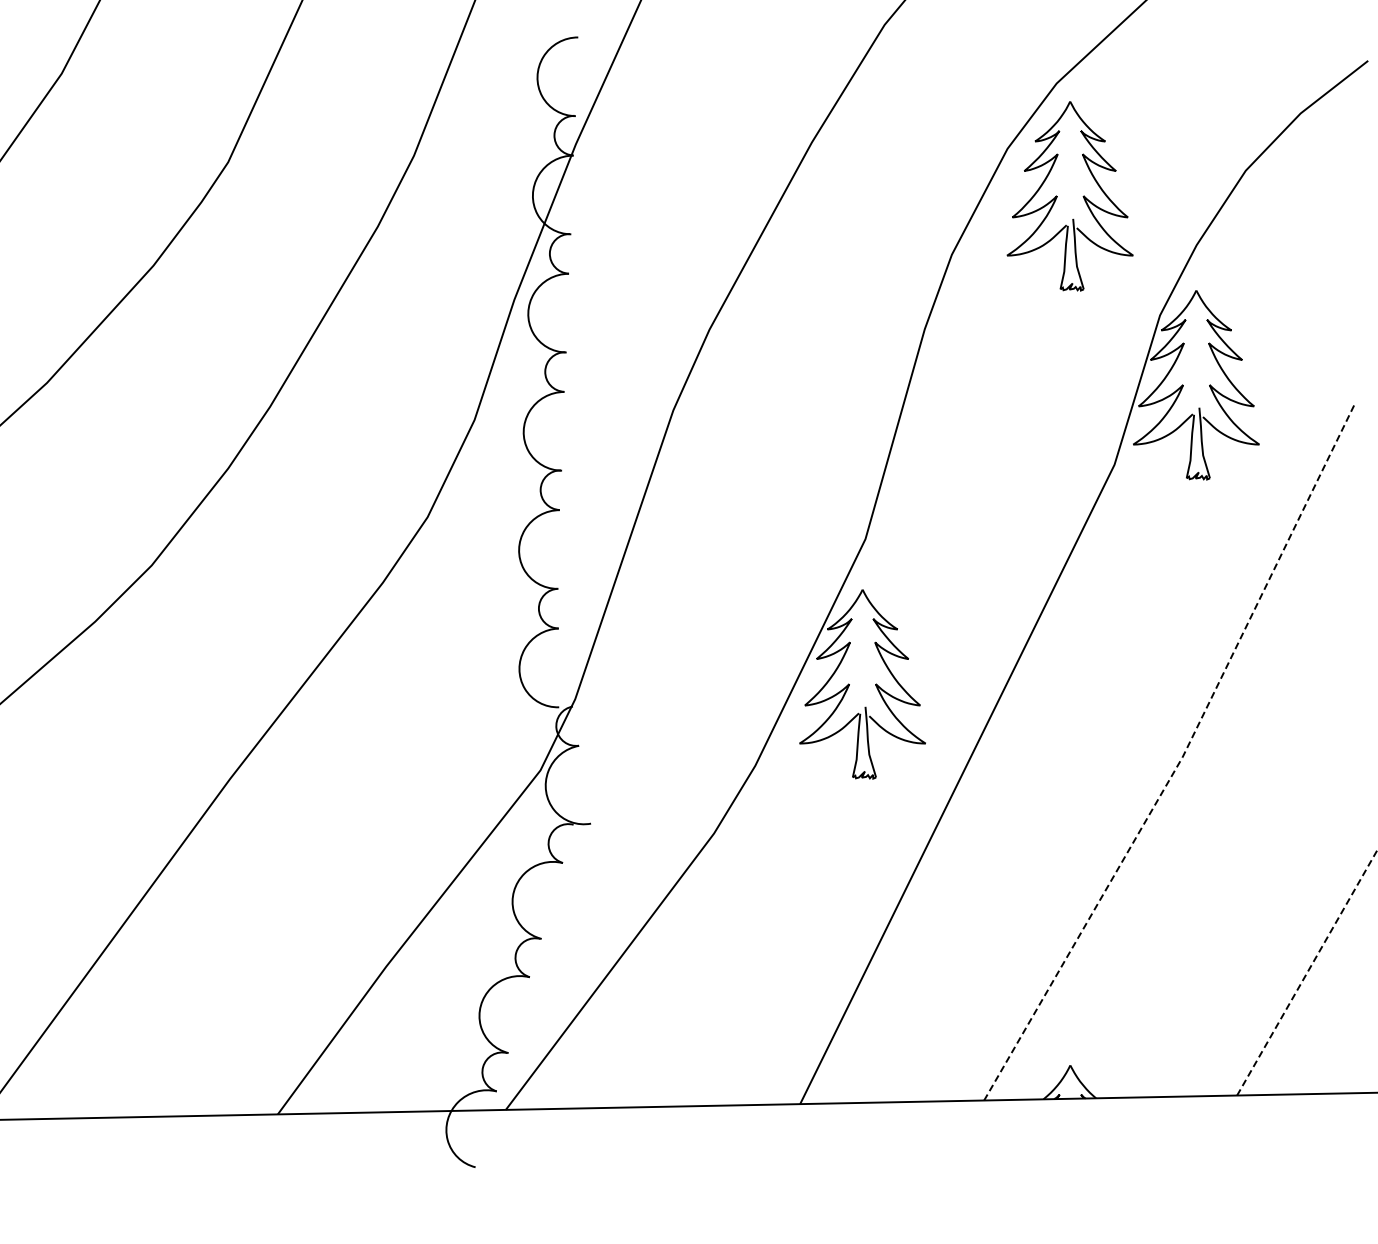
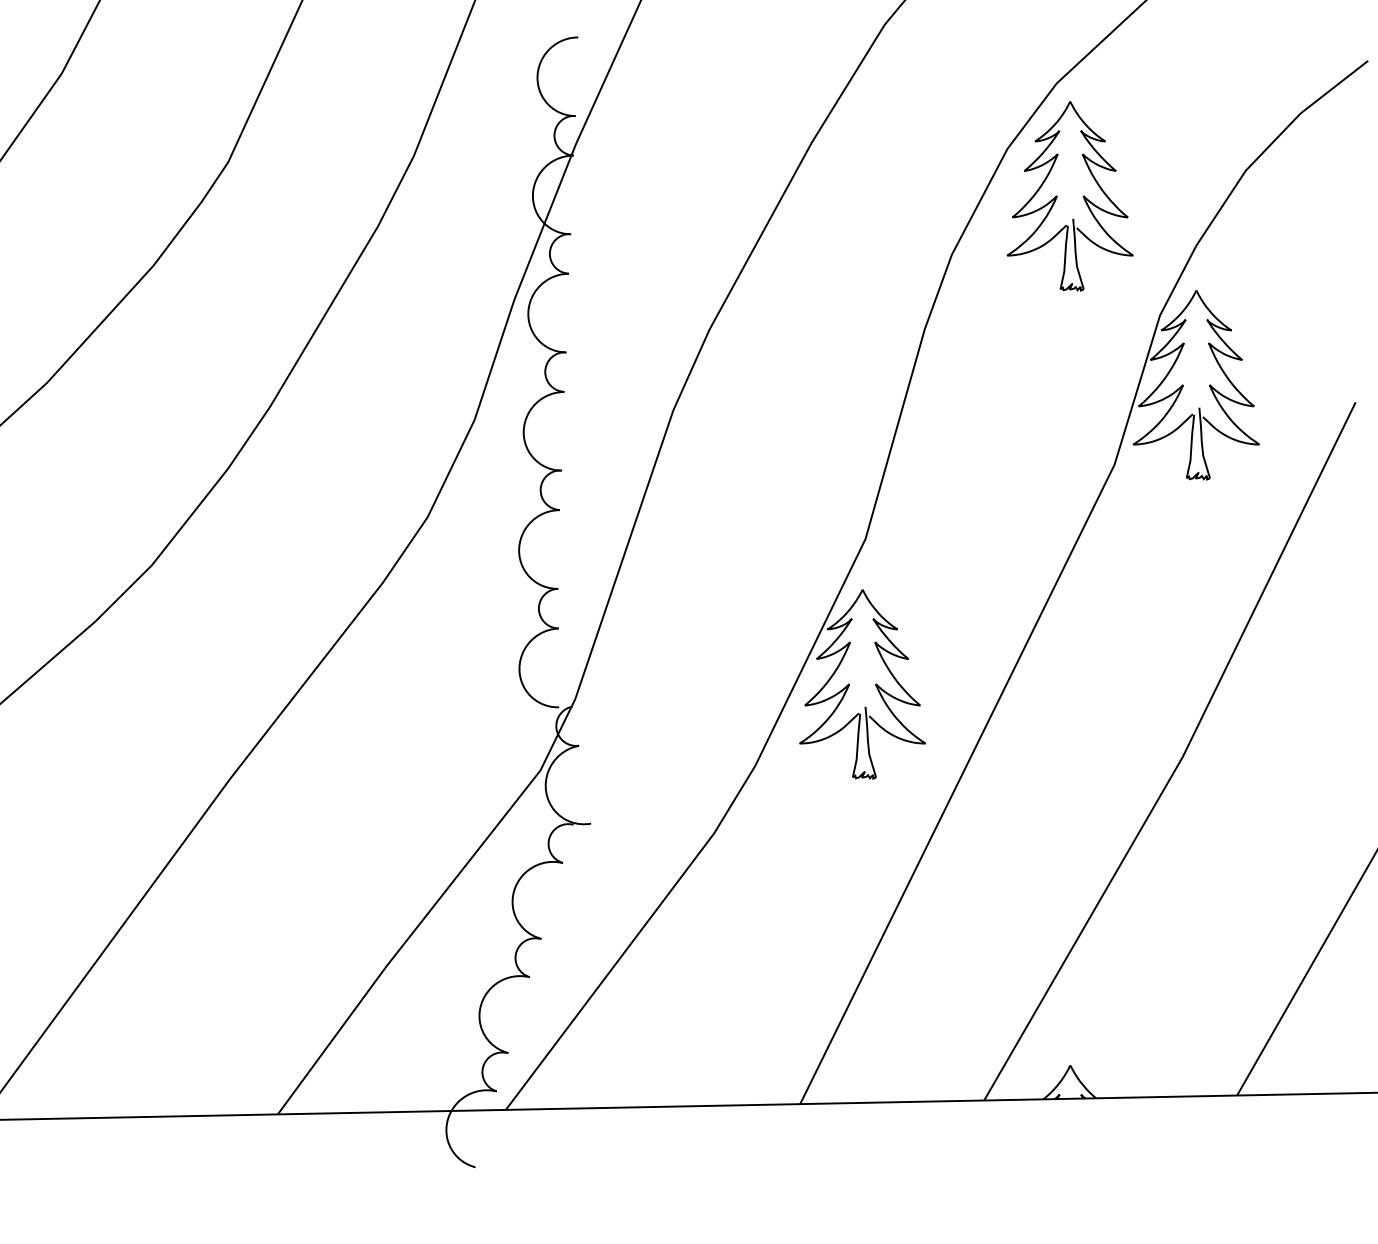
line at (1182, 757): dashed -> solid
line at (1307, 972): dashed -> solid
